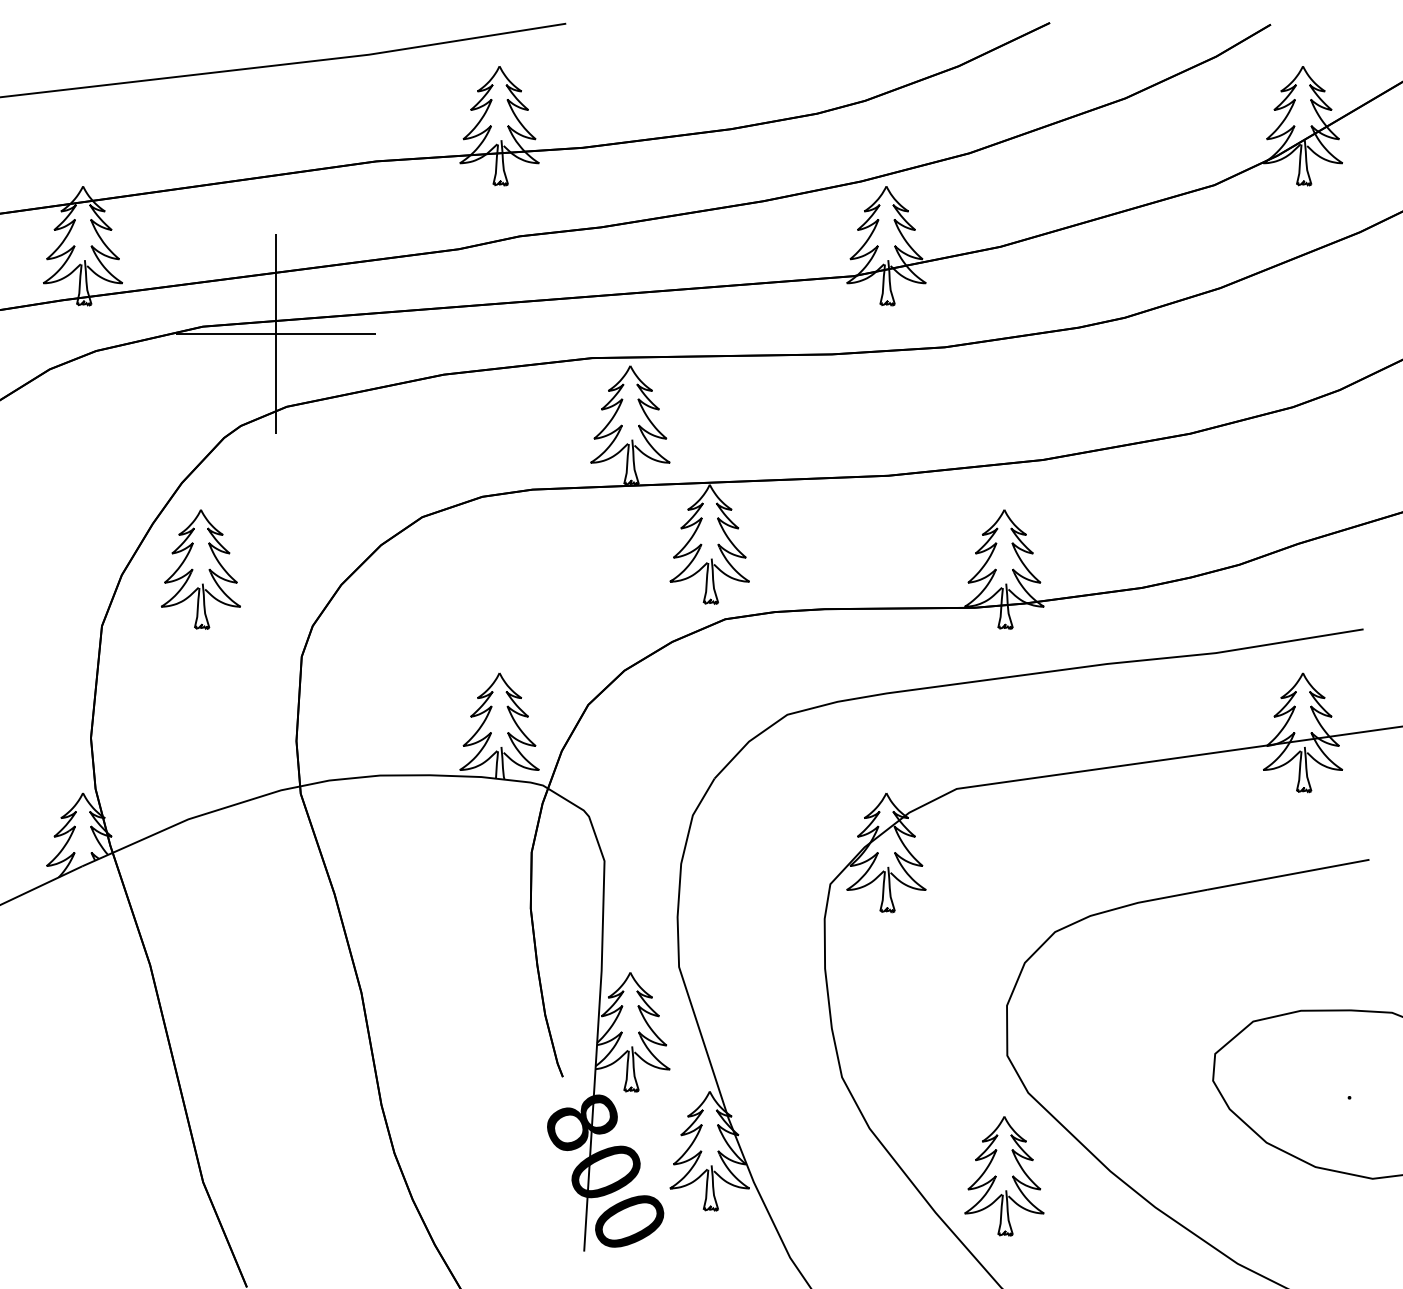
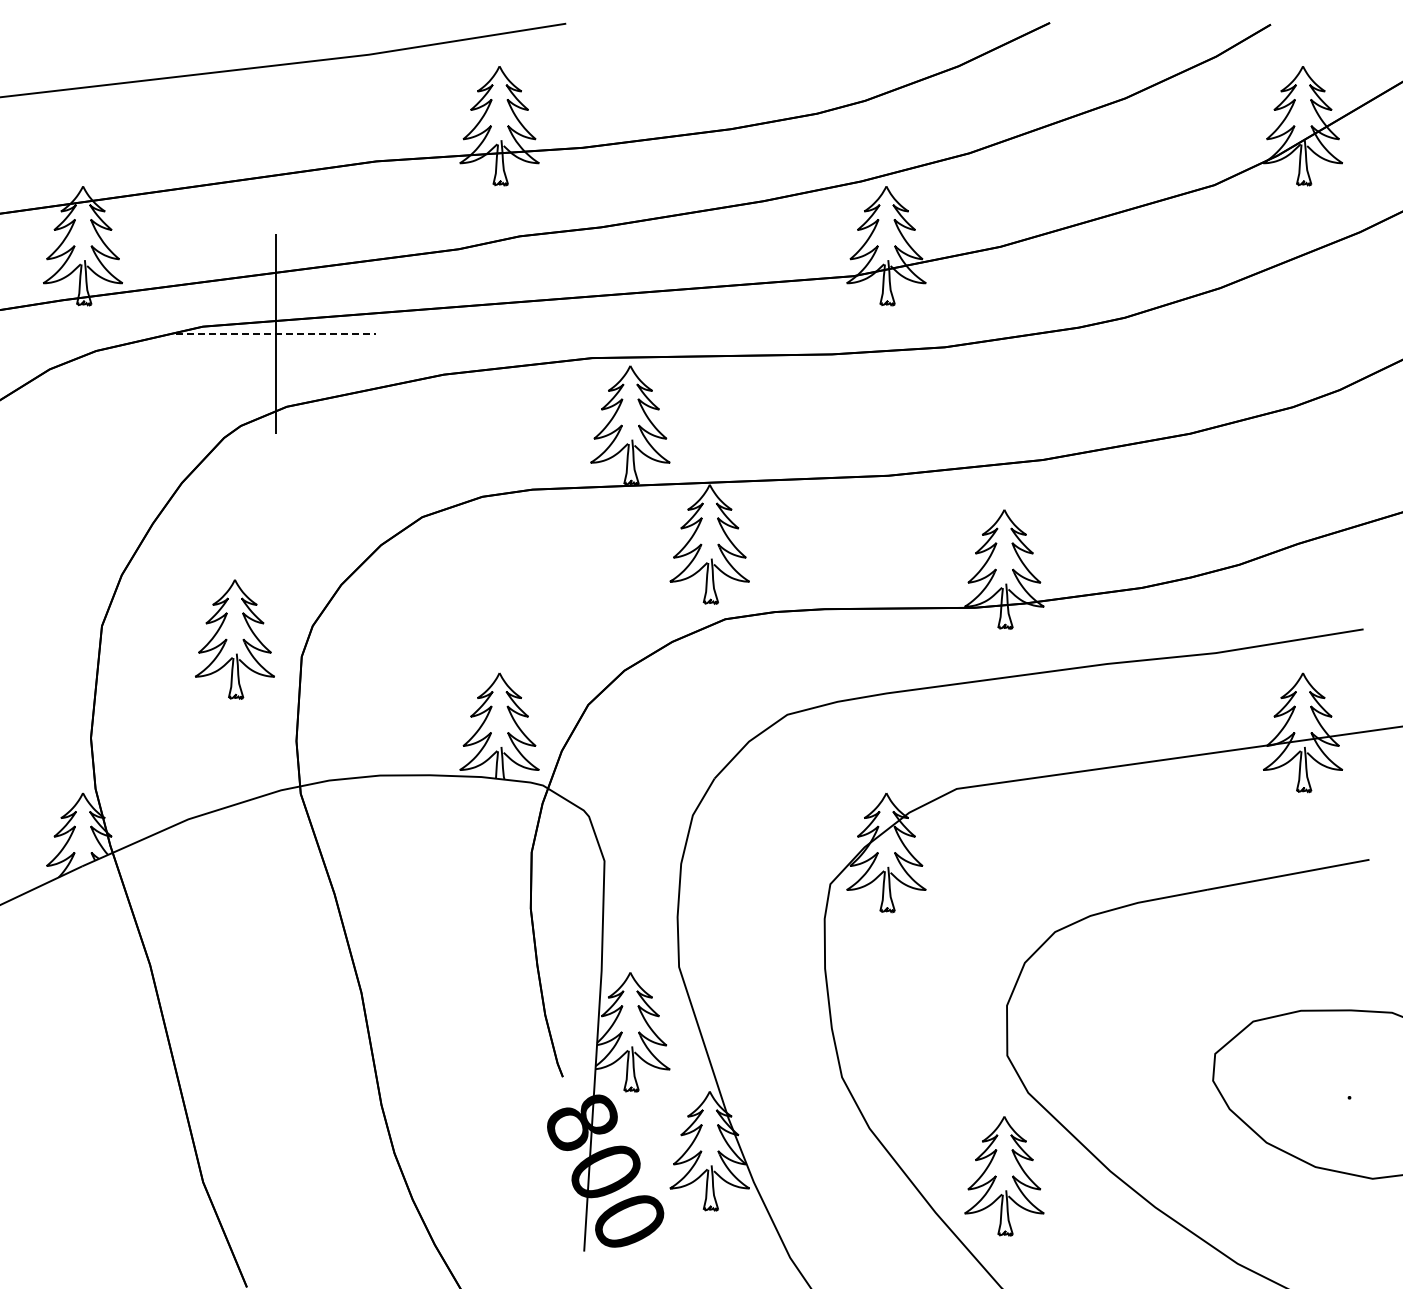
line at (276, 333): solid -> dashed
part at (200, 569) position: (200, 569) -> (234, 639)
